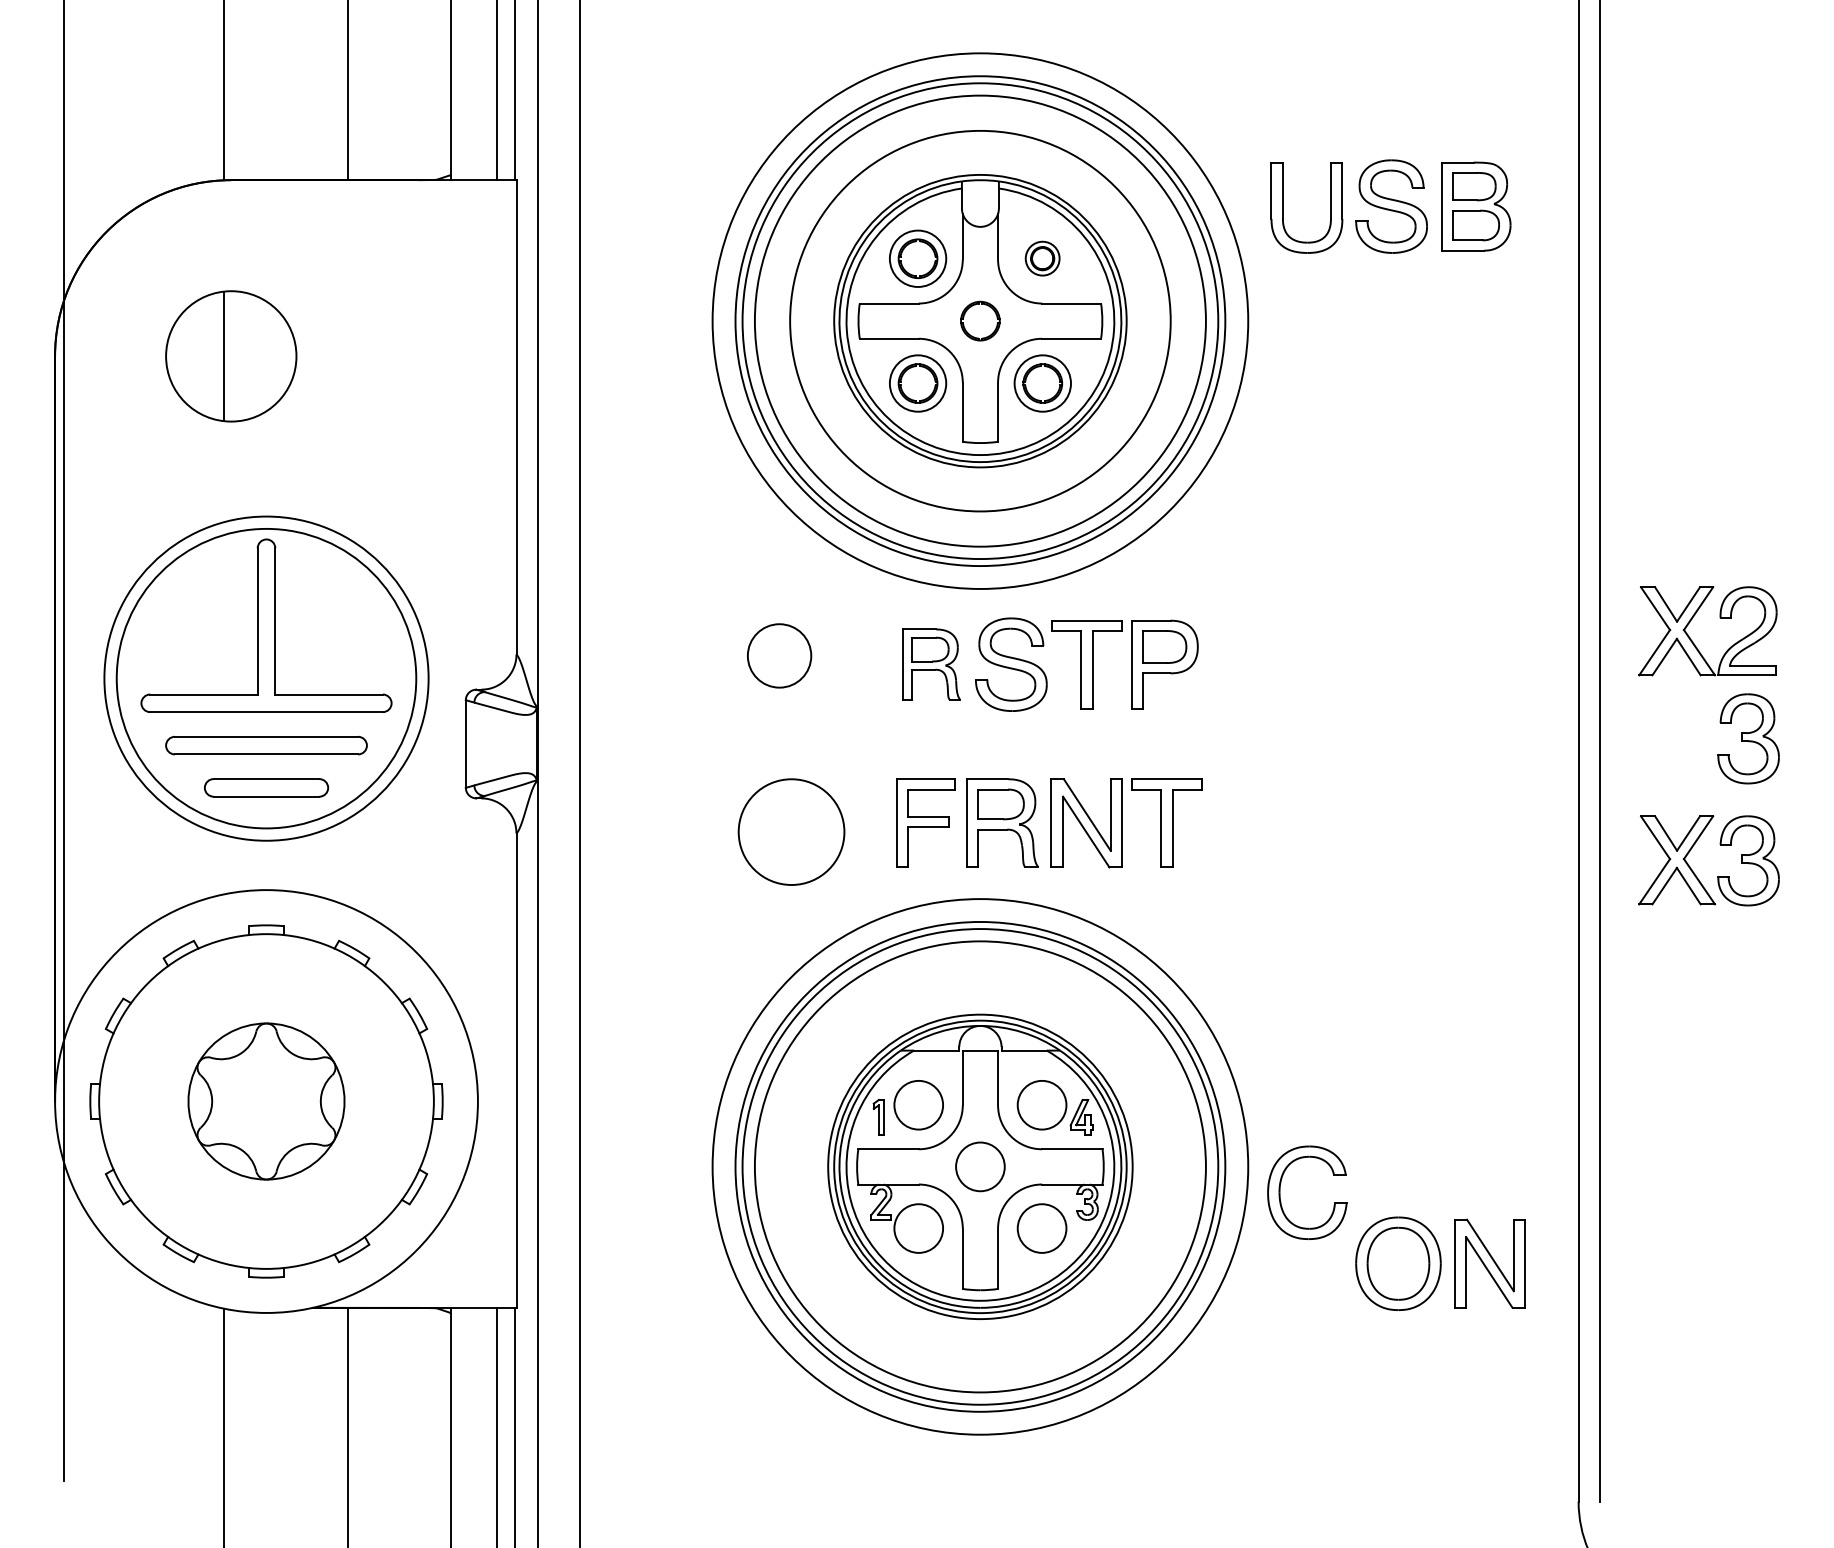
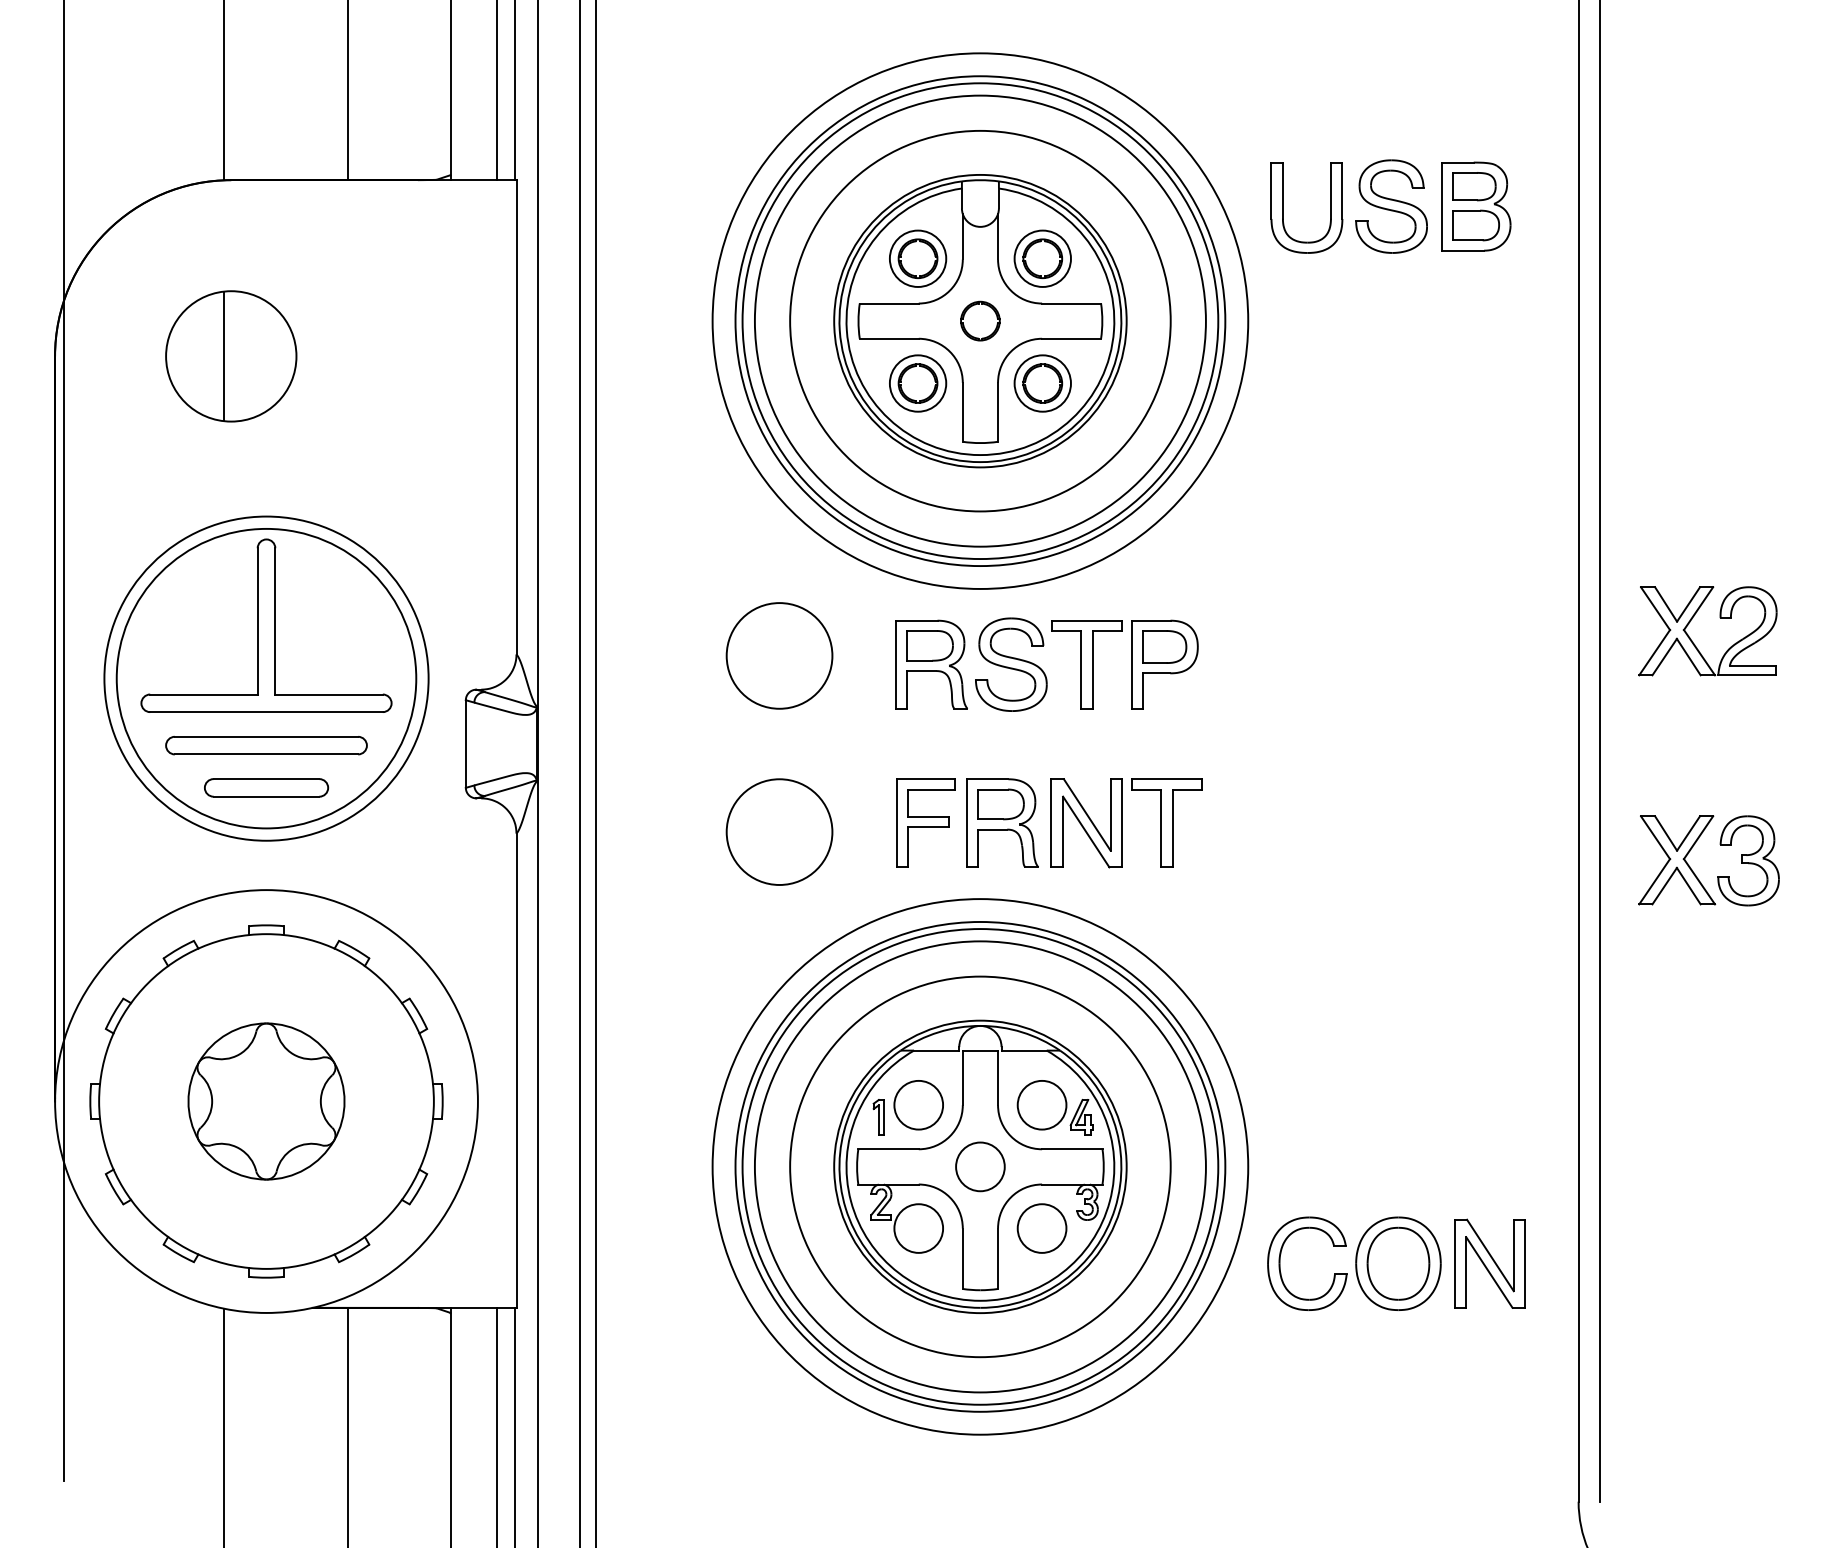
part at (1042, 258) size: 37x37 px -> 59x59 px
circle at (779, 655) diameter: 63 px -> 106 px
part at (931, 664) size: 59x73 px -> 73x91 px
part at (1748, 738): present -> none
line at (596, 773): none -> present
circle at (791, 831) position: (791, 831) -> (779, 831)
circle at (980, 1166) diameter: 304 px -> 381 px
part at (1280, 1192) position: (1280, 1192) -> (1280, 1263)
